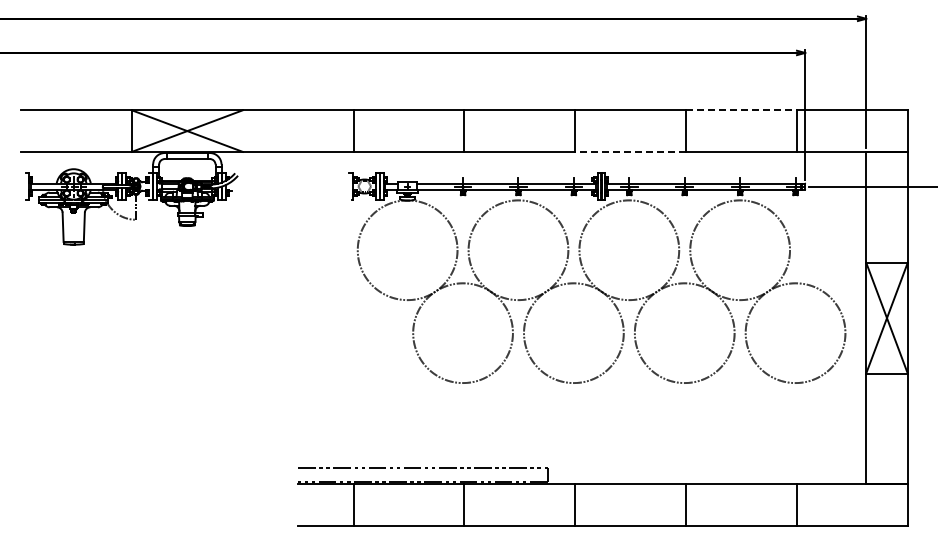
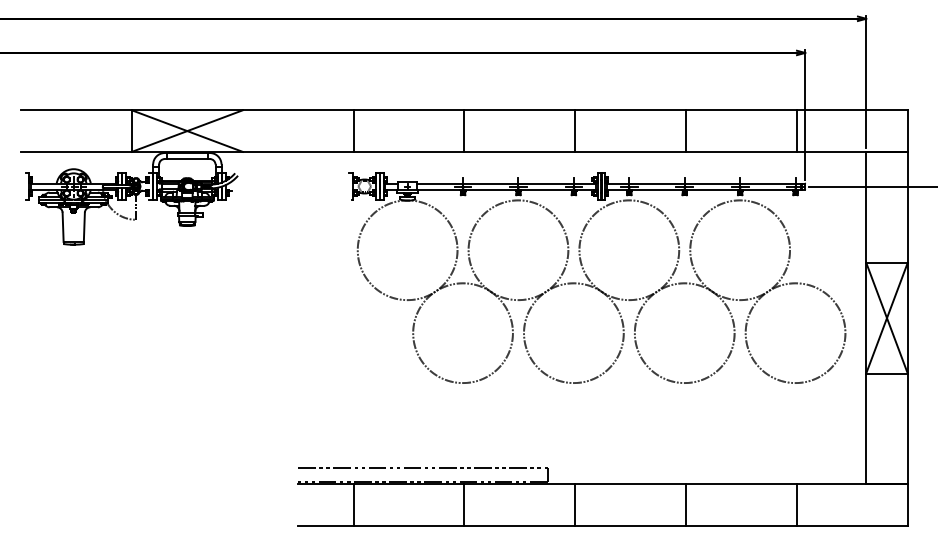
line at (742, 110): dashed -> solid
line at (630, 151): dashed -> solid
